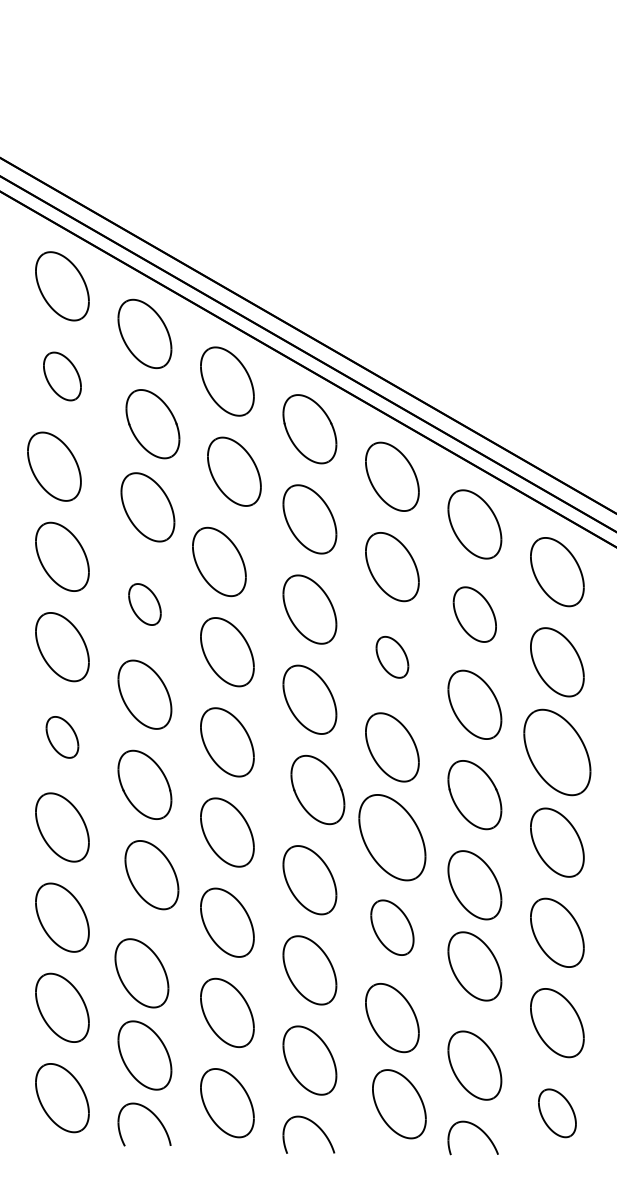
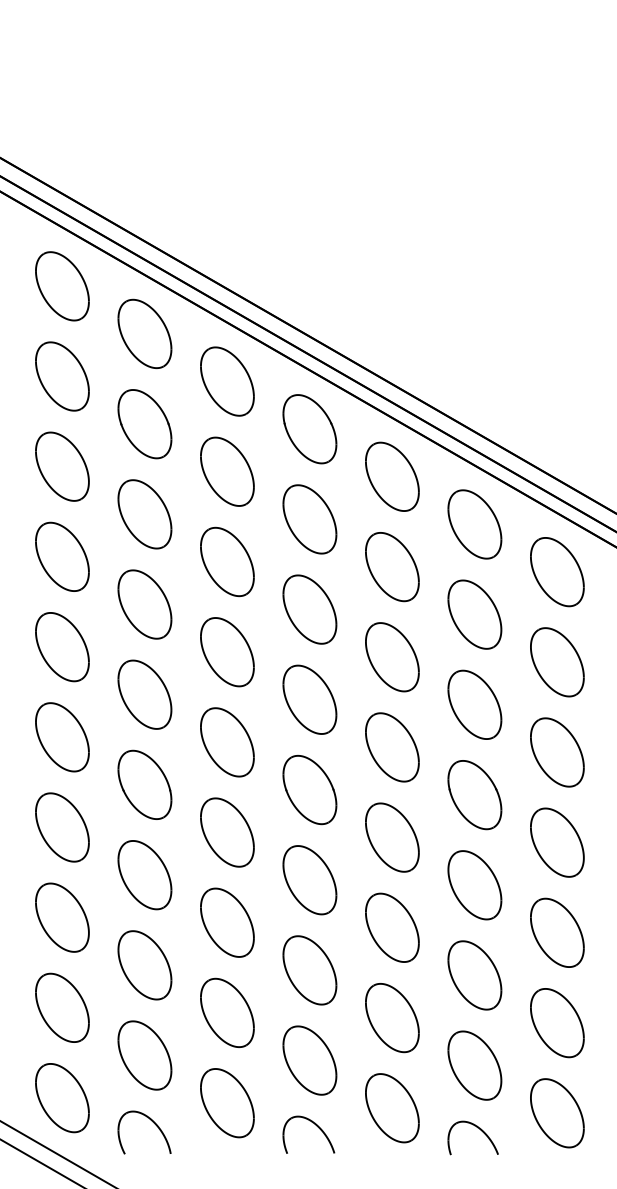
part at (62, 376) size: 39x51 px -> 55x71 px
part at (152, 424) position: (152, 424) -> (144, 424)
part at (54, 466) position: (54, 466) -> (62, 466)
part at (234, 471) position: (234, 471) -> (227, 471)
part at (147, 507) position: (147, 507) -> (144, 514)
part at (219, 561) position: (219, 561) -> (227, 561)
part at (144, 604) size: 34x43 px -> 56x71 px
part at (474, 614) size: 45x57 px -> 56x71 px
part at (392, 657) size: 35x43 px -> 55x71 px
part at (62, 737) size: 35x43 px -> 55x71 px
part at (557, 752) size: 69x89 px -> 55x71 px
part at (317, 790) position: (317, 790) -> (309, 790)
part at (392, 837) size: 69x88 px -> 55x71 px
part at (151, 875) position: (151, 875) -> (144, 875)
part at (392, 927) size: 45x57 px -> 55x71 px
part at (474, 966) position: (474, 966) -> (474, 975)
part at (141, 973) position: (141, 973) -> (144, 965)
part at (399, 1104) position: (399, 1104) -> (392, 1108)
part at (557, 1113) size: 39x51 px -> 55x71 px
part at (153, 1115) position: (153, 1115) -> (153, 1123)
line at (57, 1153): none -> present
line at (41, 1162): none -> present
